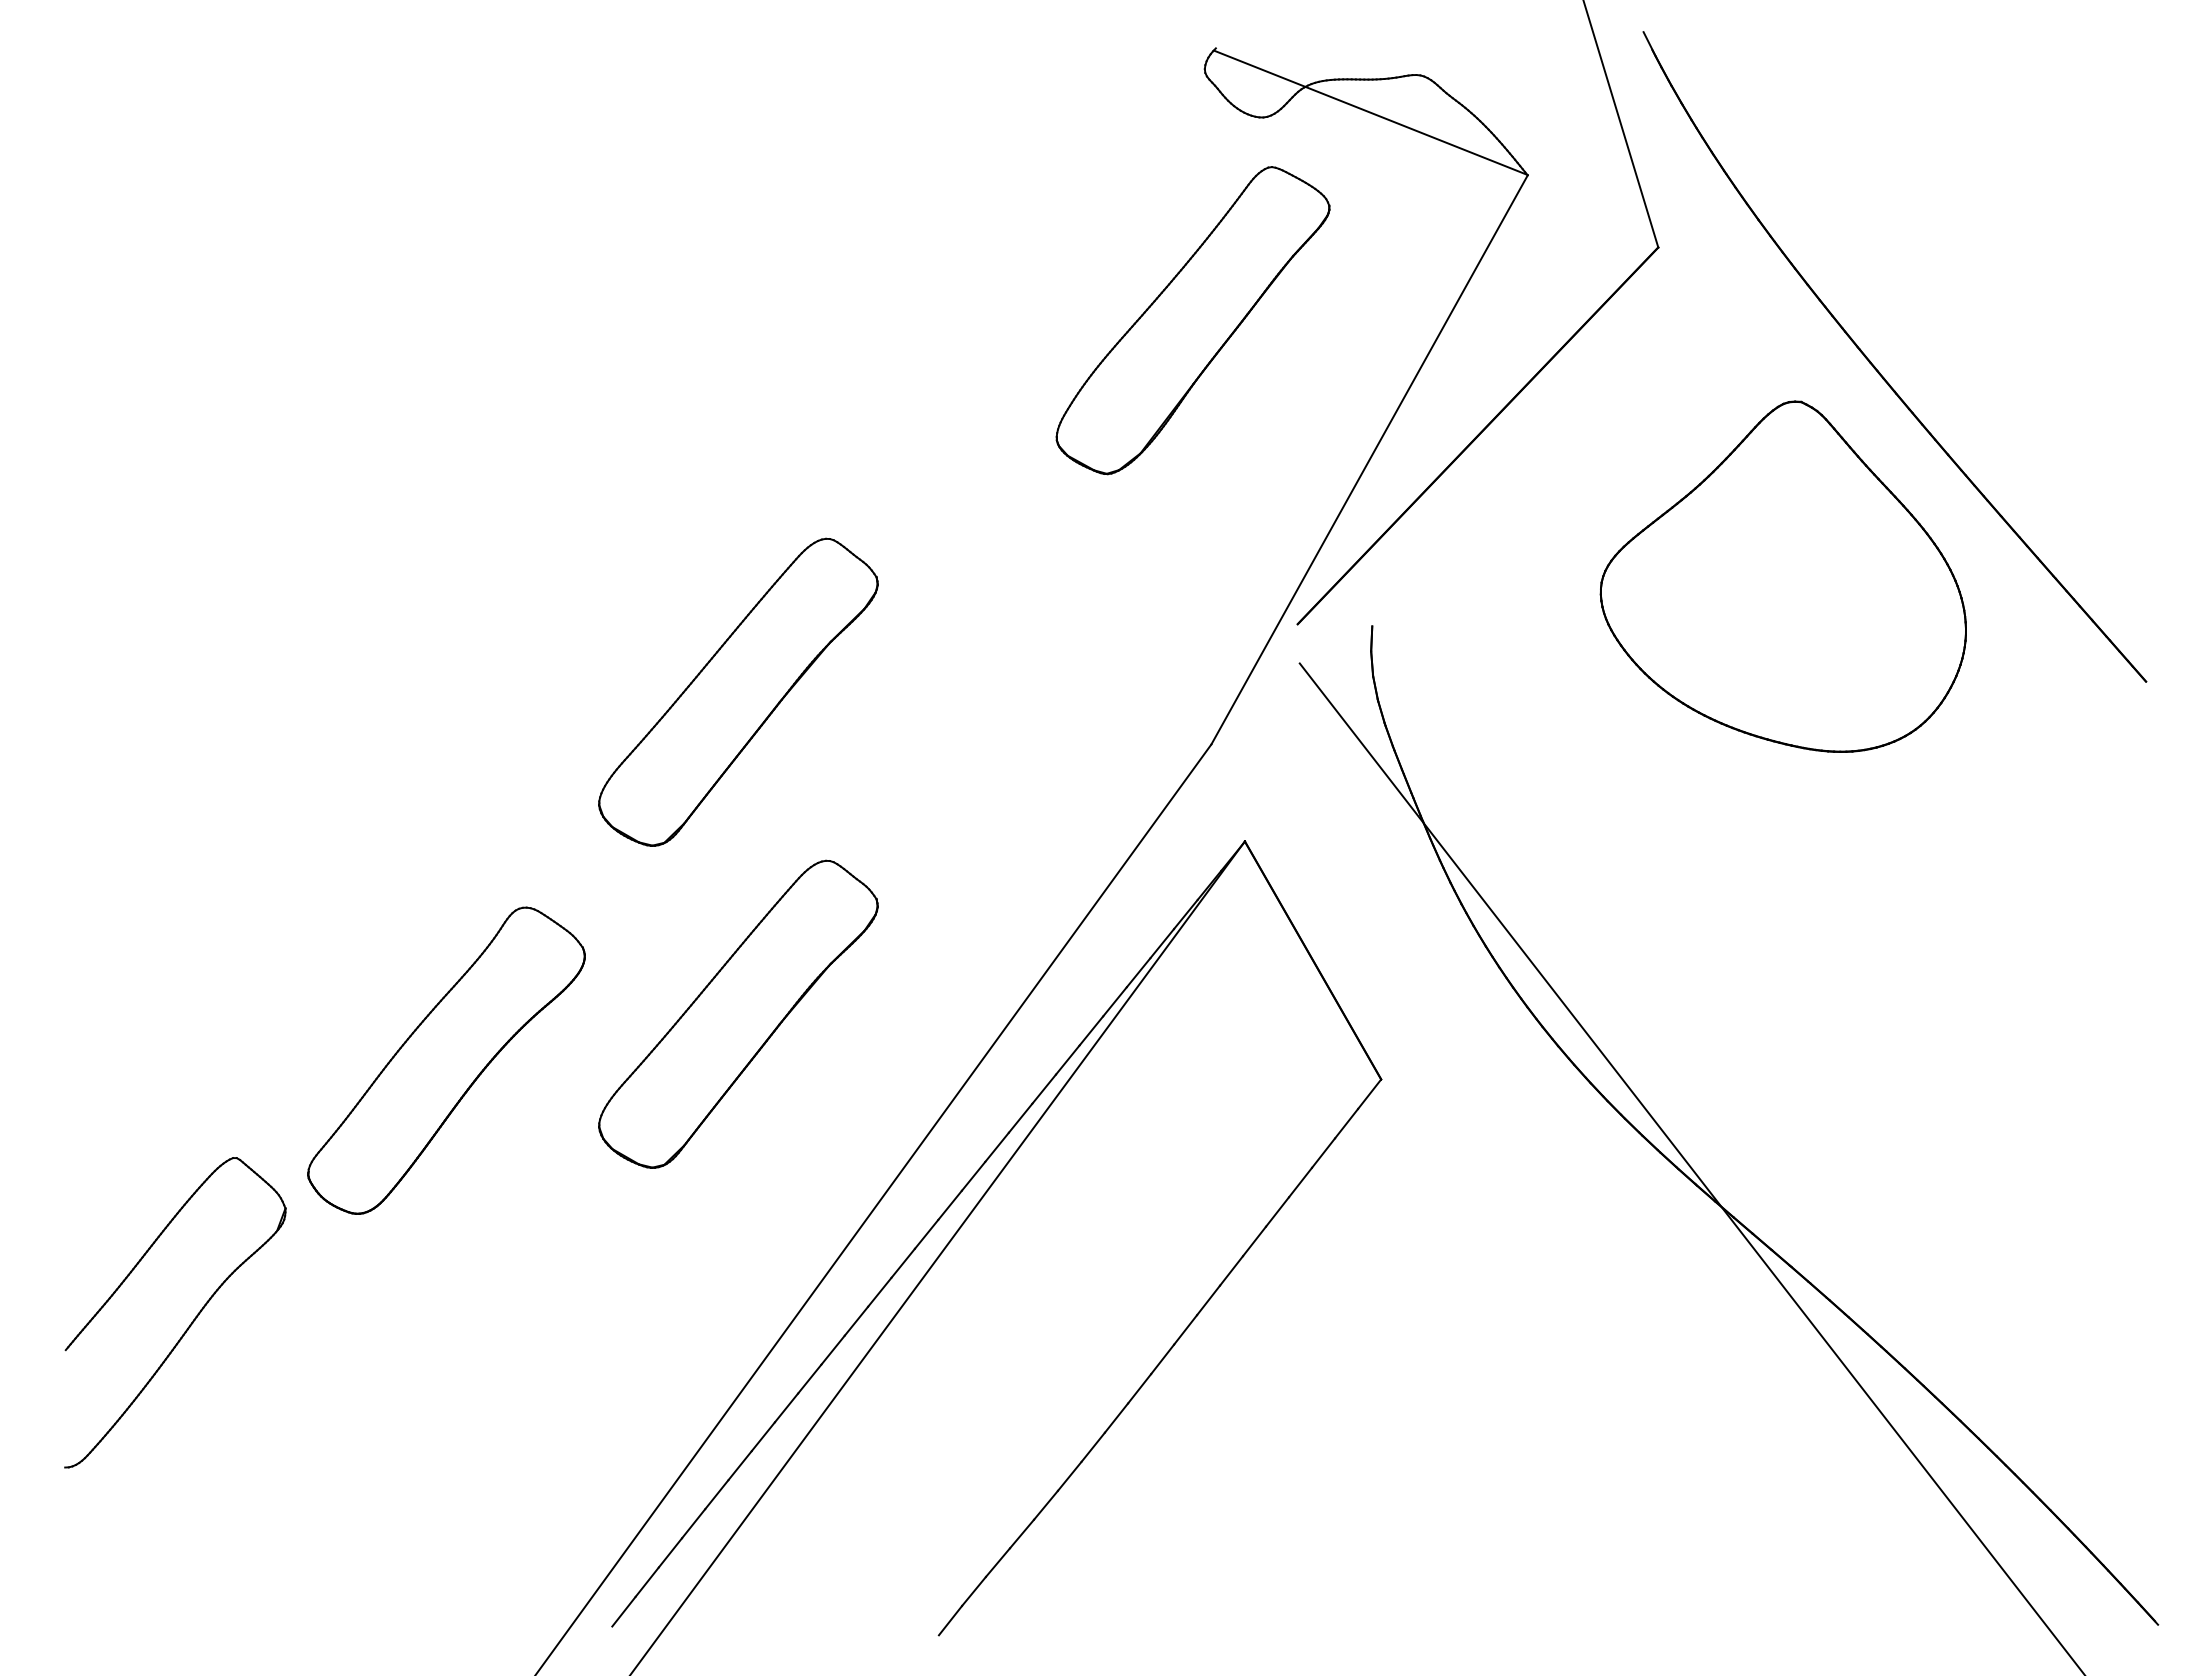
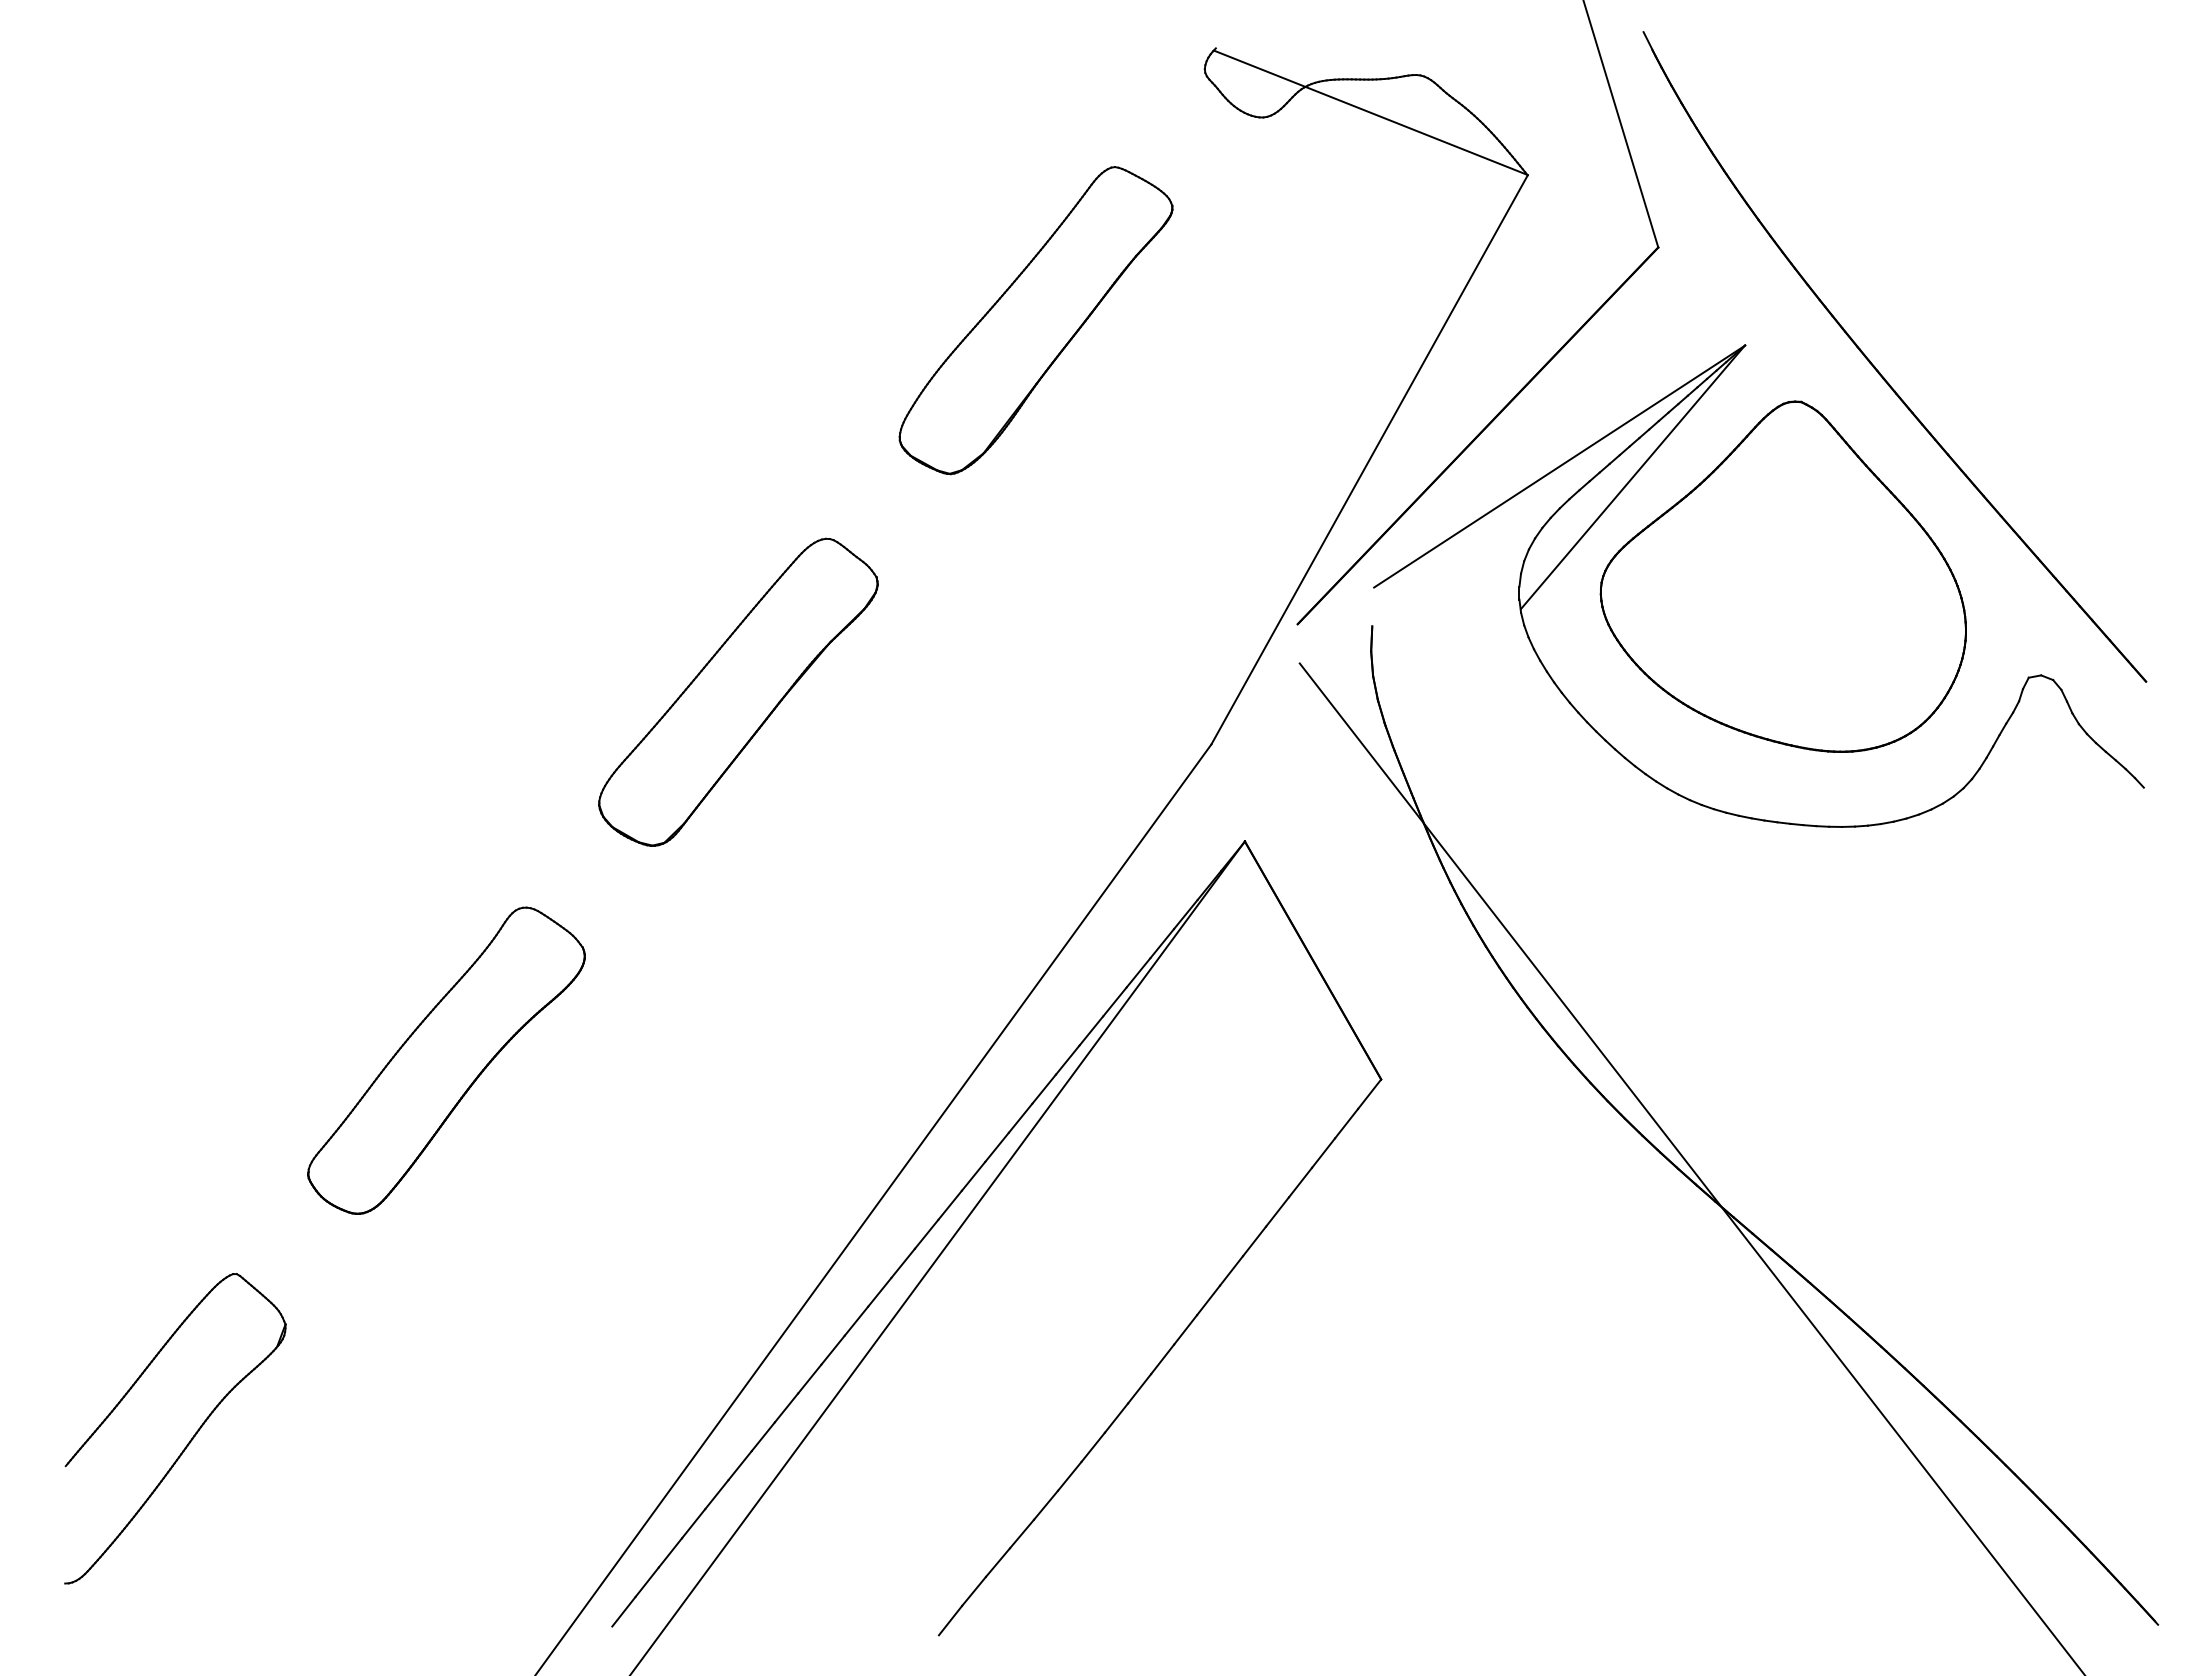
part at (1192, 320) position: (1192, 320) -> (1035, 320)
part at (1634, 477): none -> present
part at (738, 1013): present -> none
part at (189, 1324) position: (189, 1324) -> (189, 1440)
